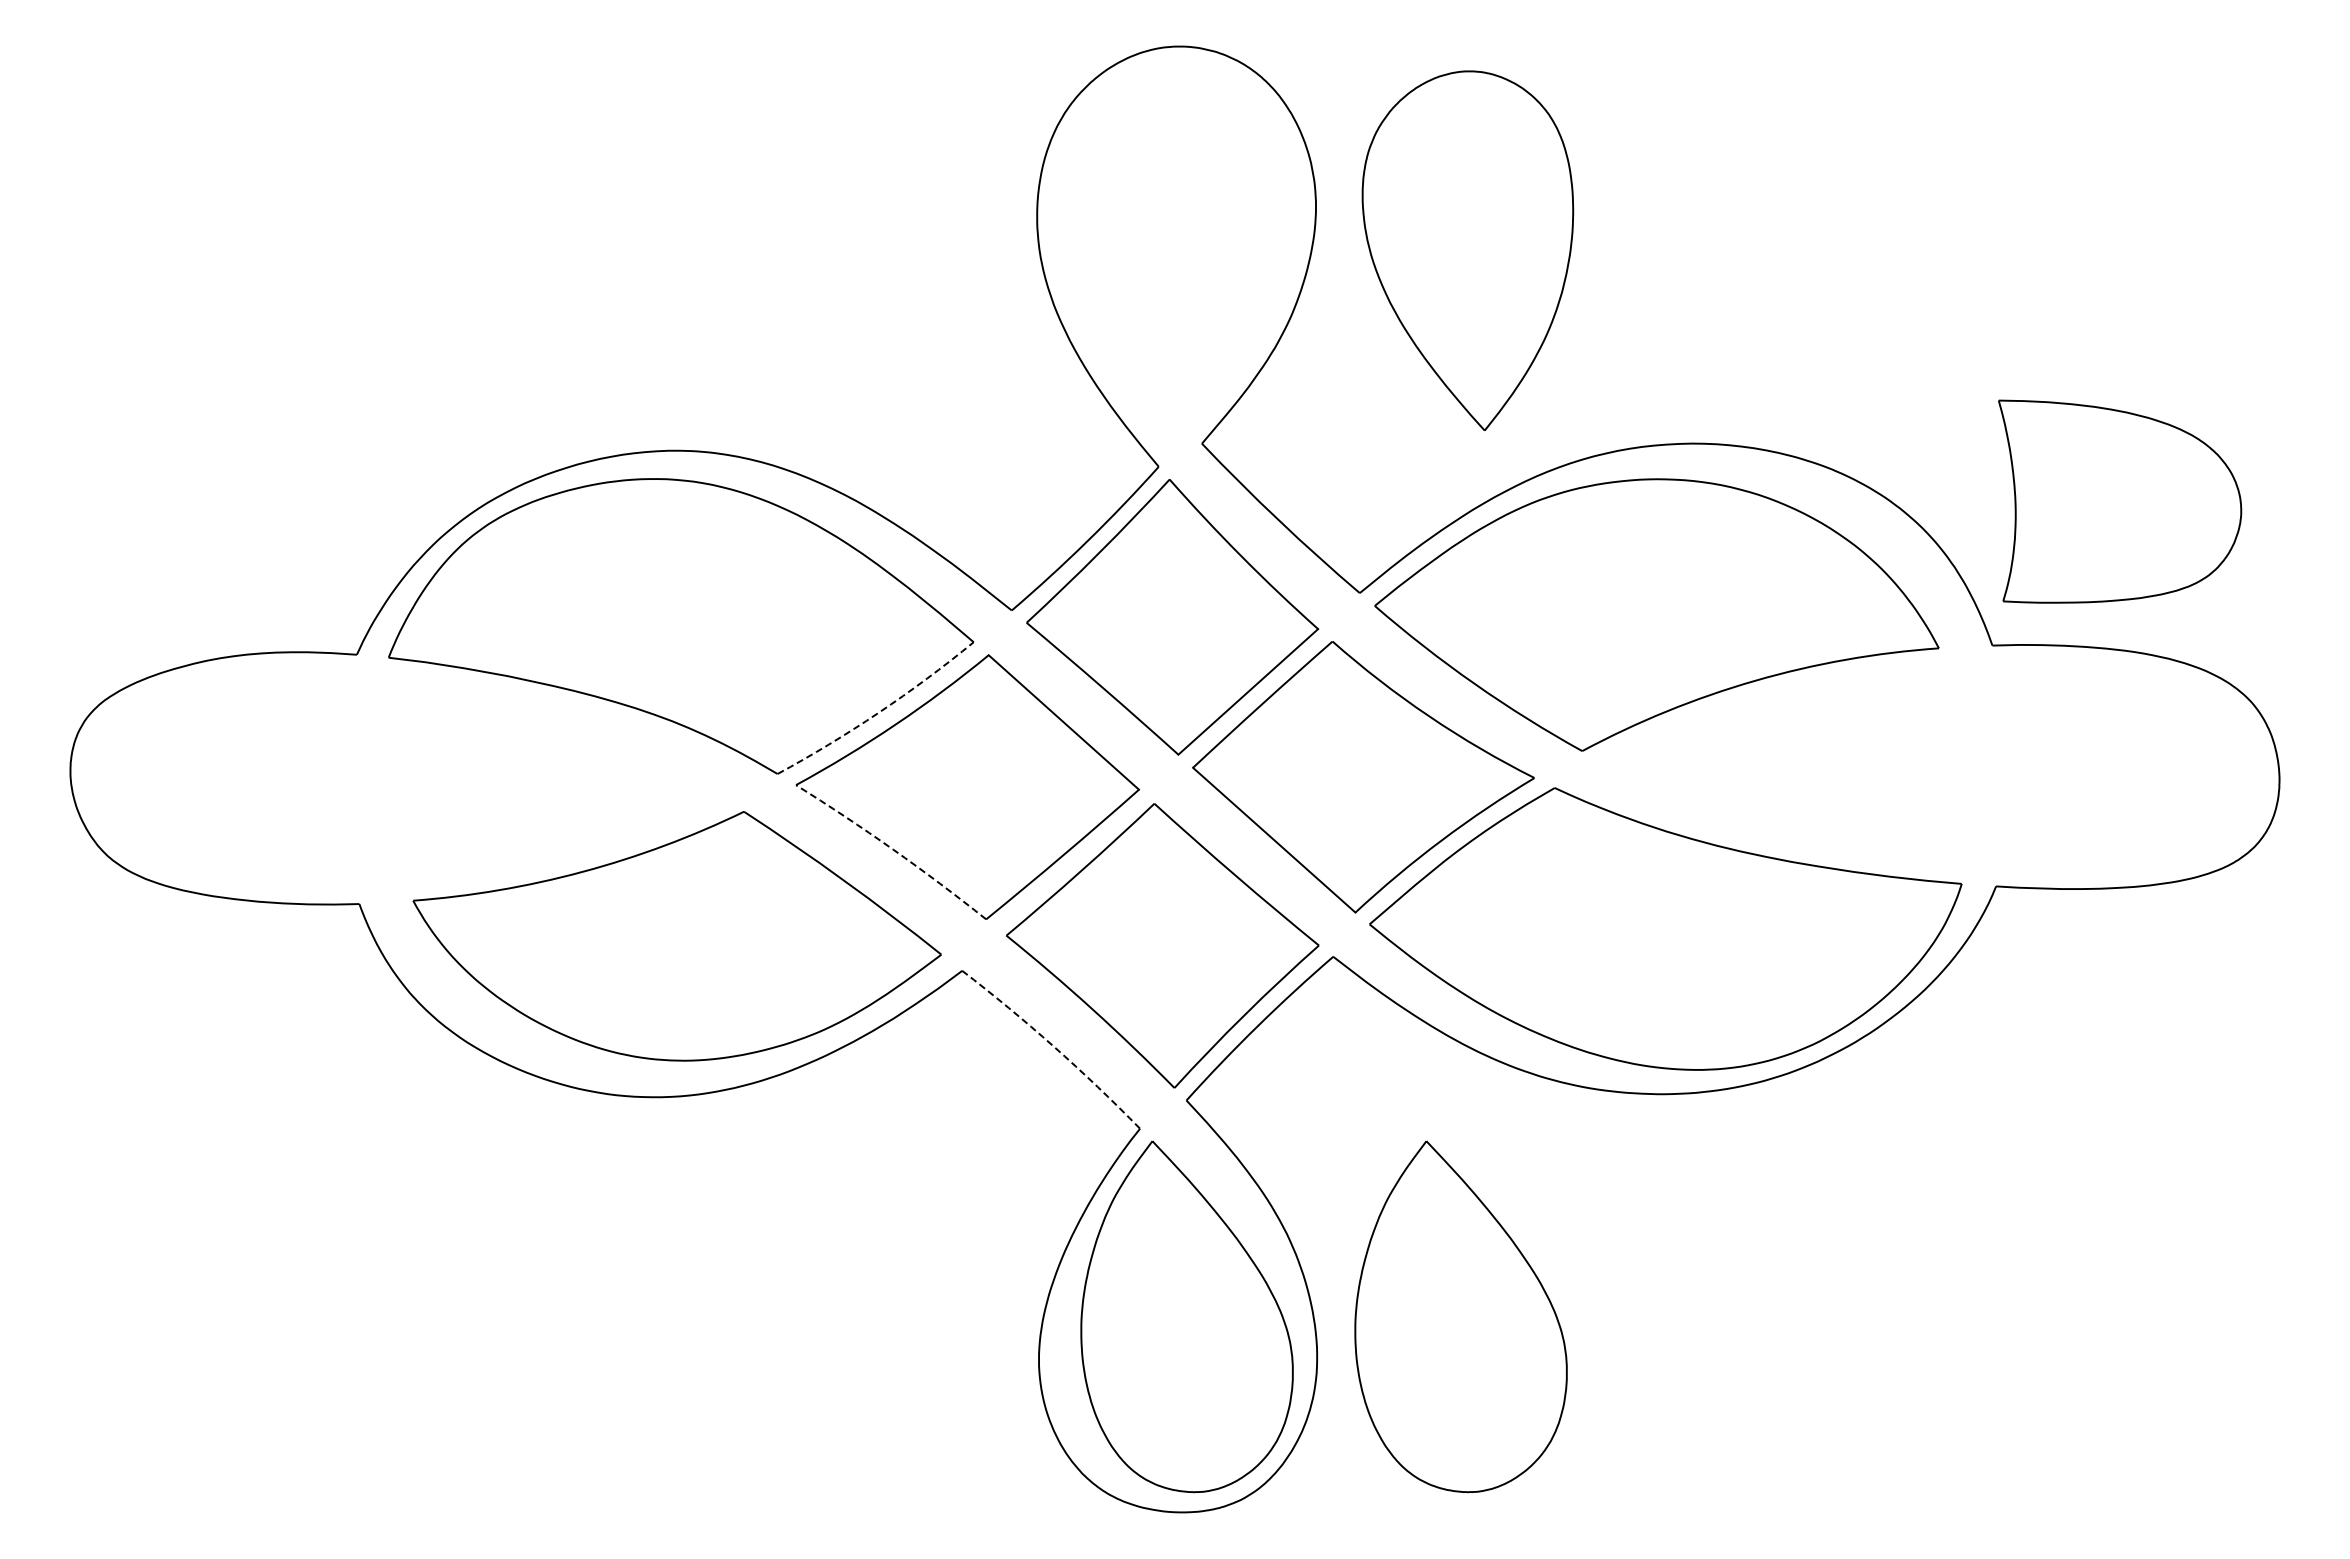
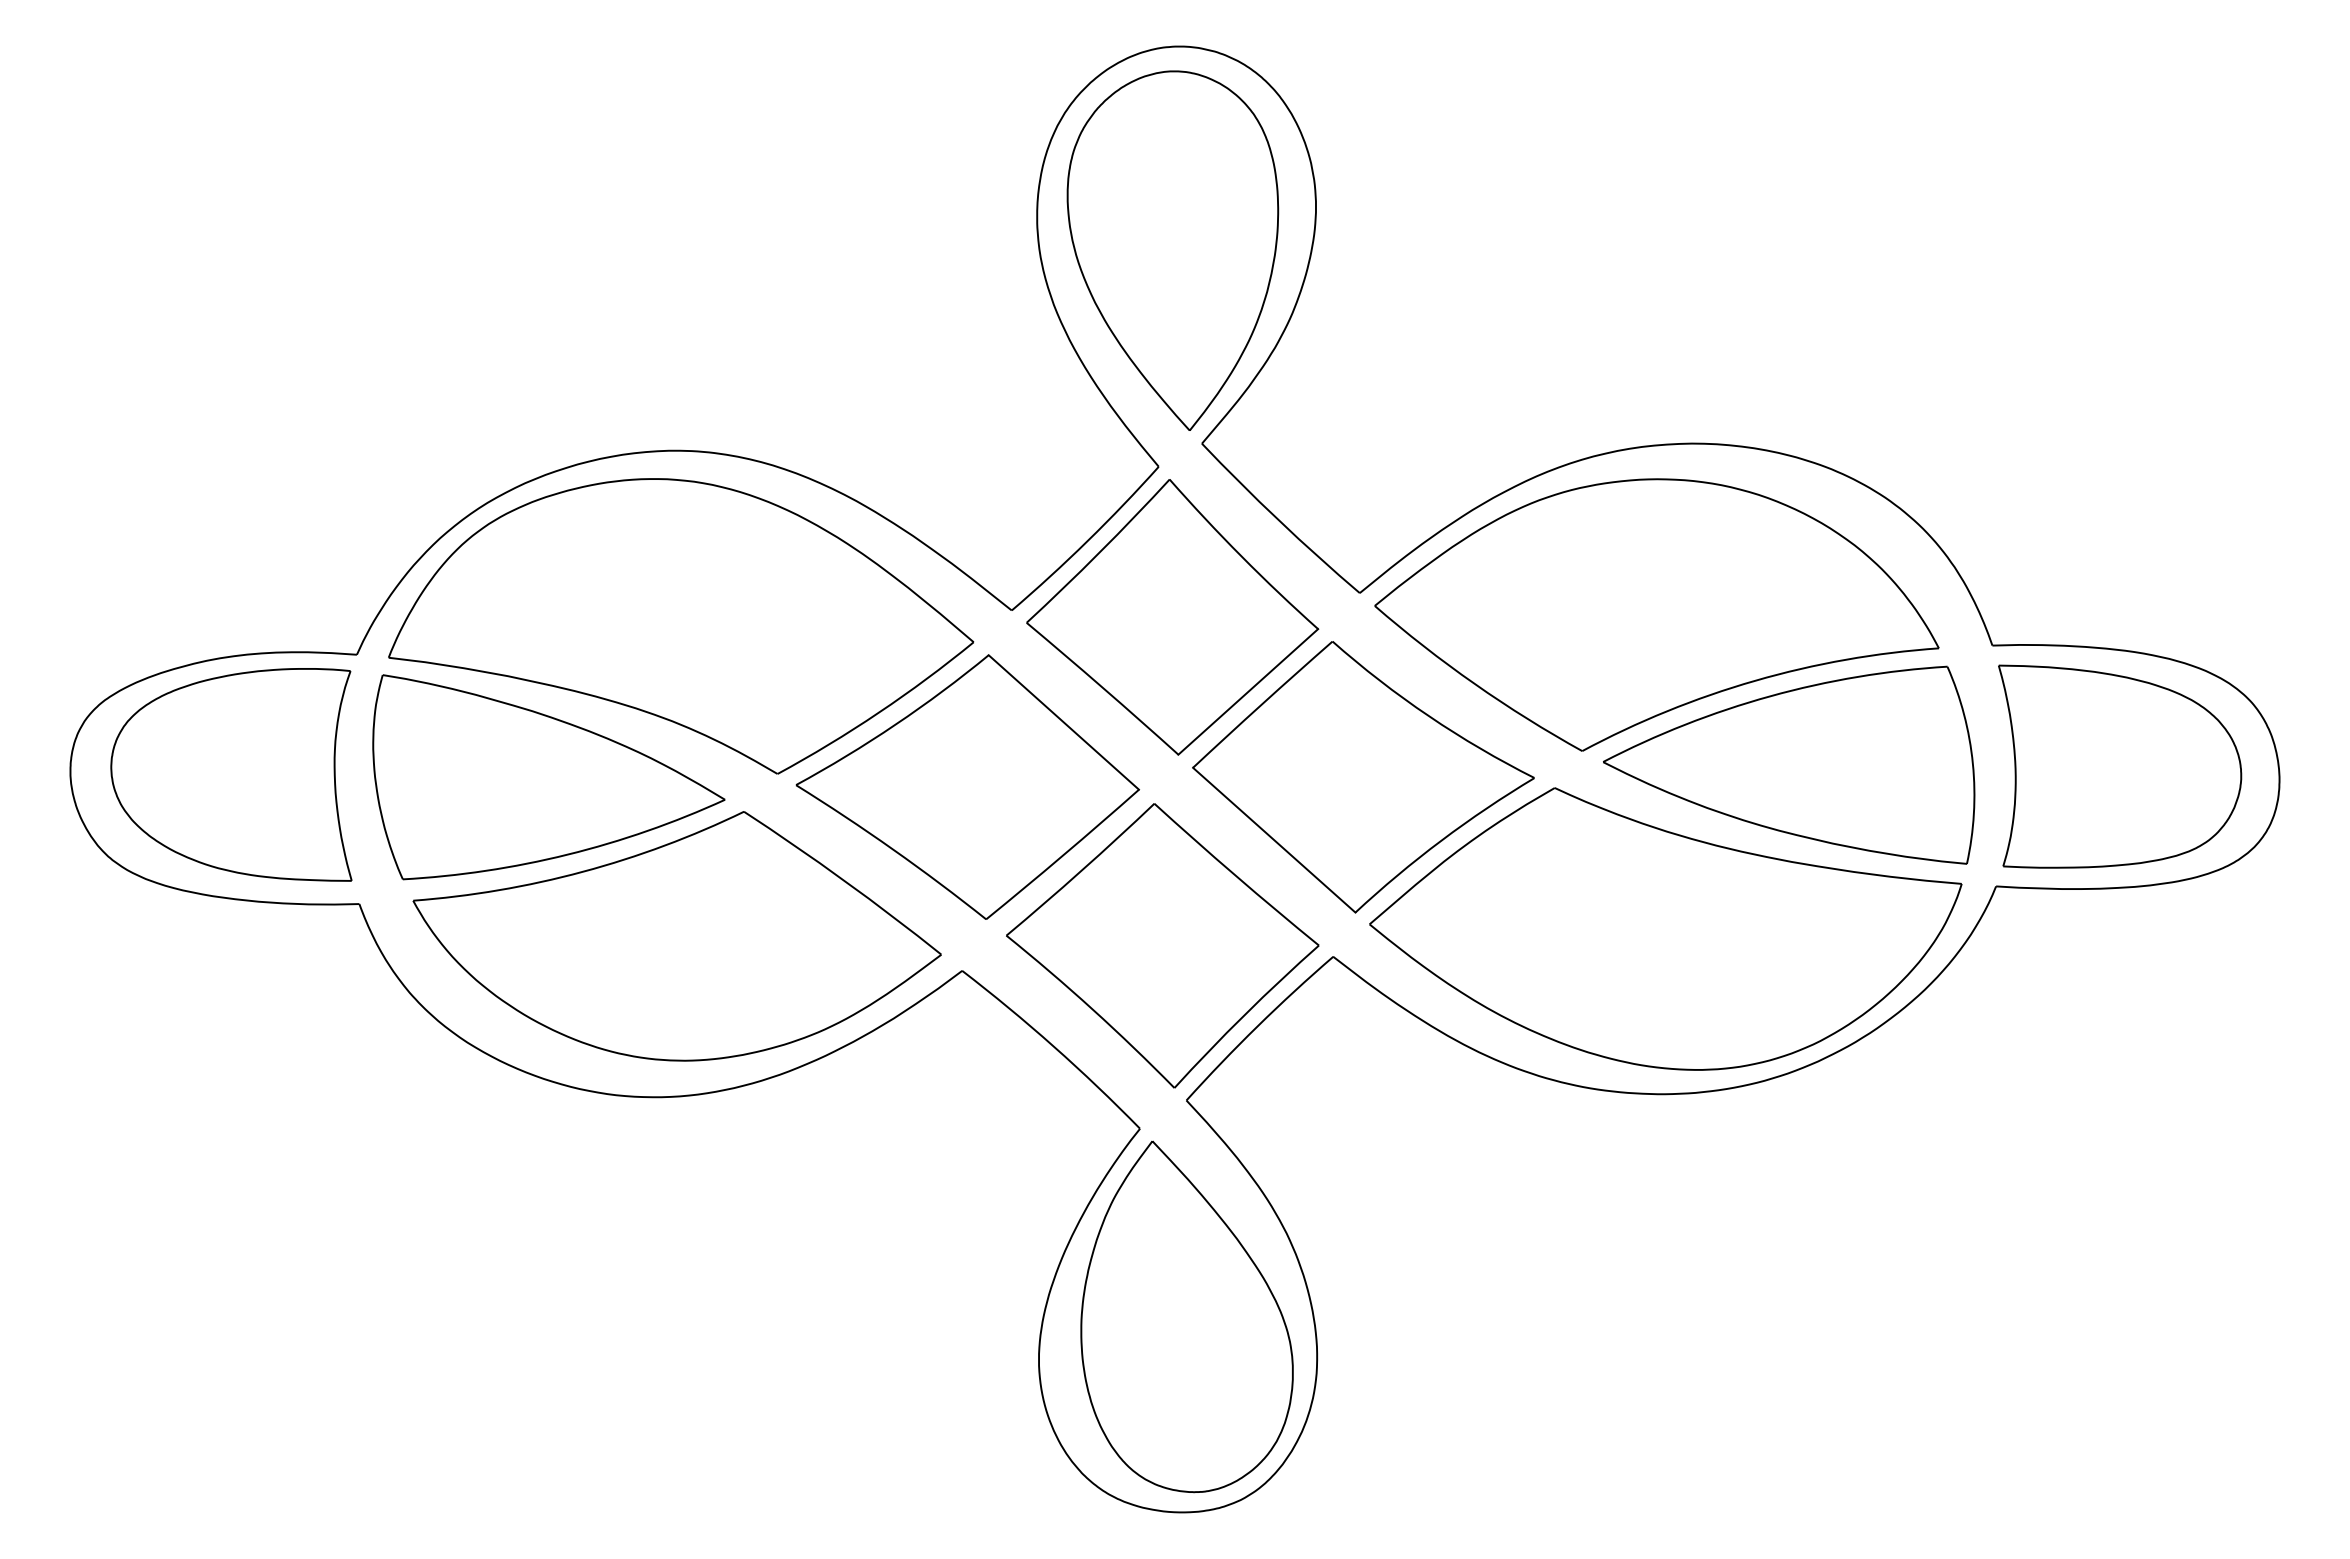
part at (1467, 250) position: (1467, 250) -> (1172, 250)
part at (2120, 501) position: (2120, 501) -> (2120, 766)
arc at (878, 712): dashed -> solid
part at (1789, 764): none -> present
part at (231, 774): none -> present
part at (548, 777): none -> present
arc at (893, 849): dashed -> solid
arc at (1053, 1046): dashed -> solid
part at (1460, 1316): present -> none
